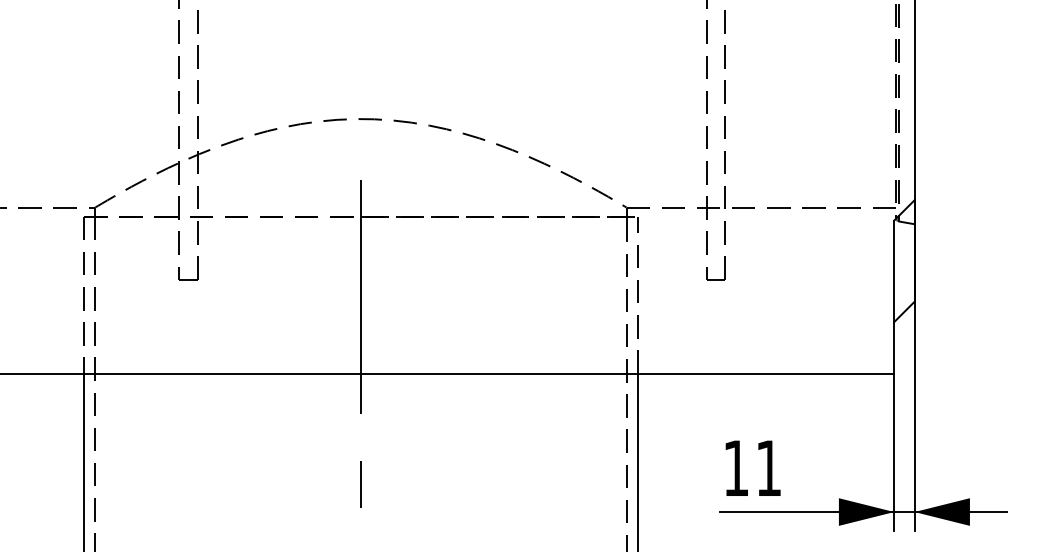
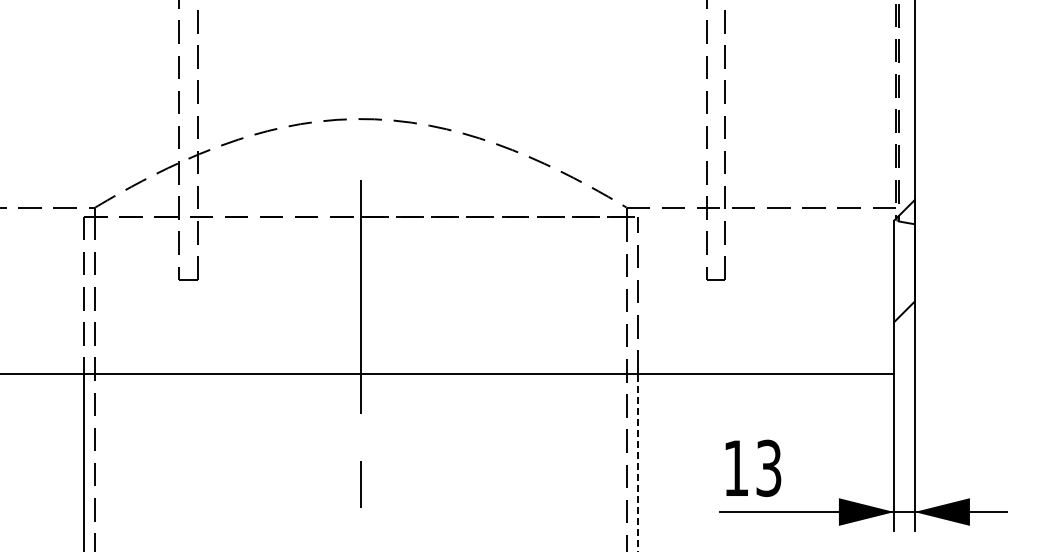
line at (637, 462): solid -> dashed
text at (768, 468): 11 -> 13
